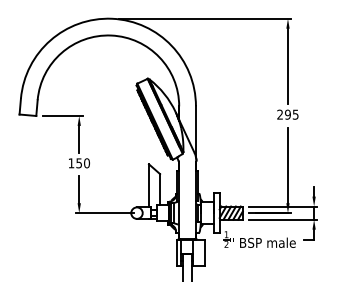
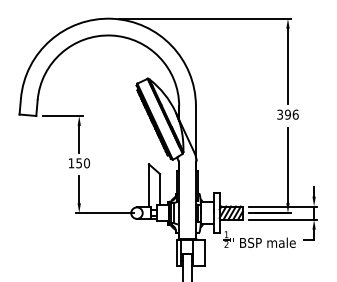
text at (287, 114): 295 -> 396
